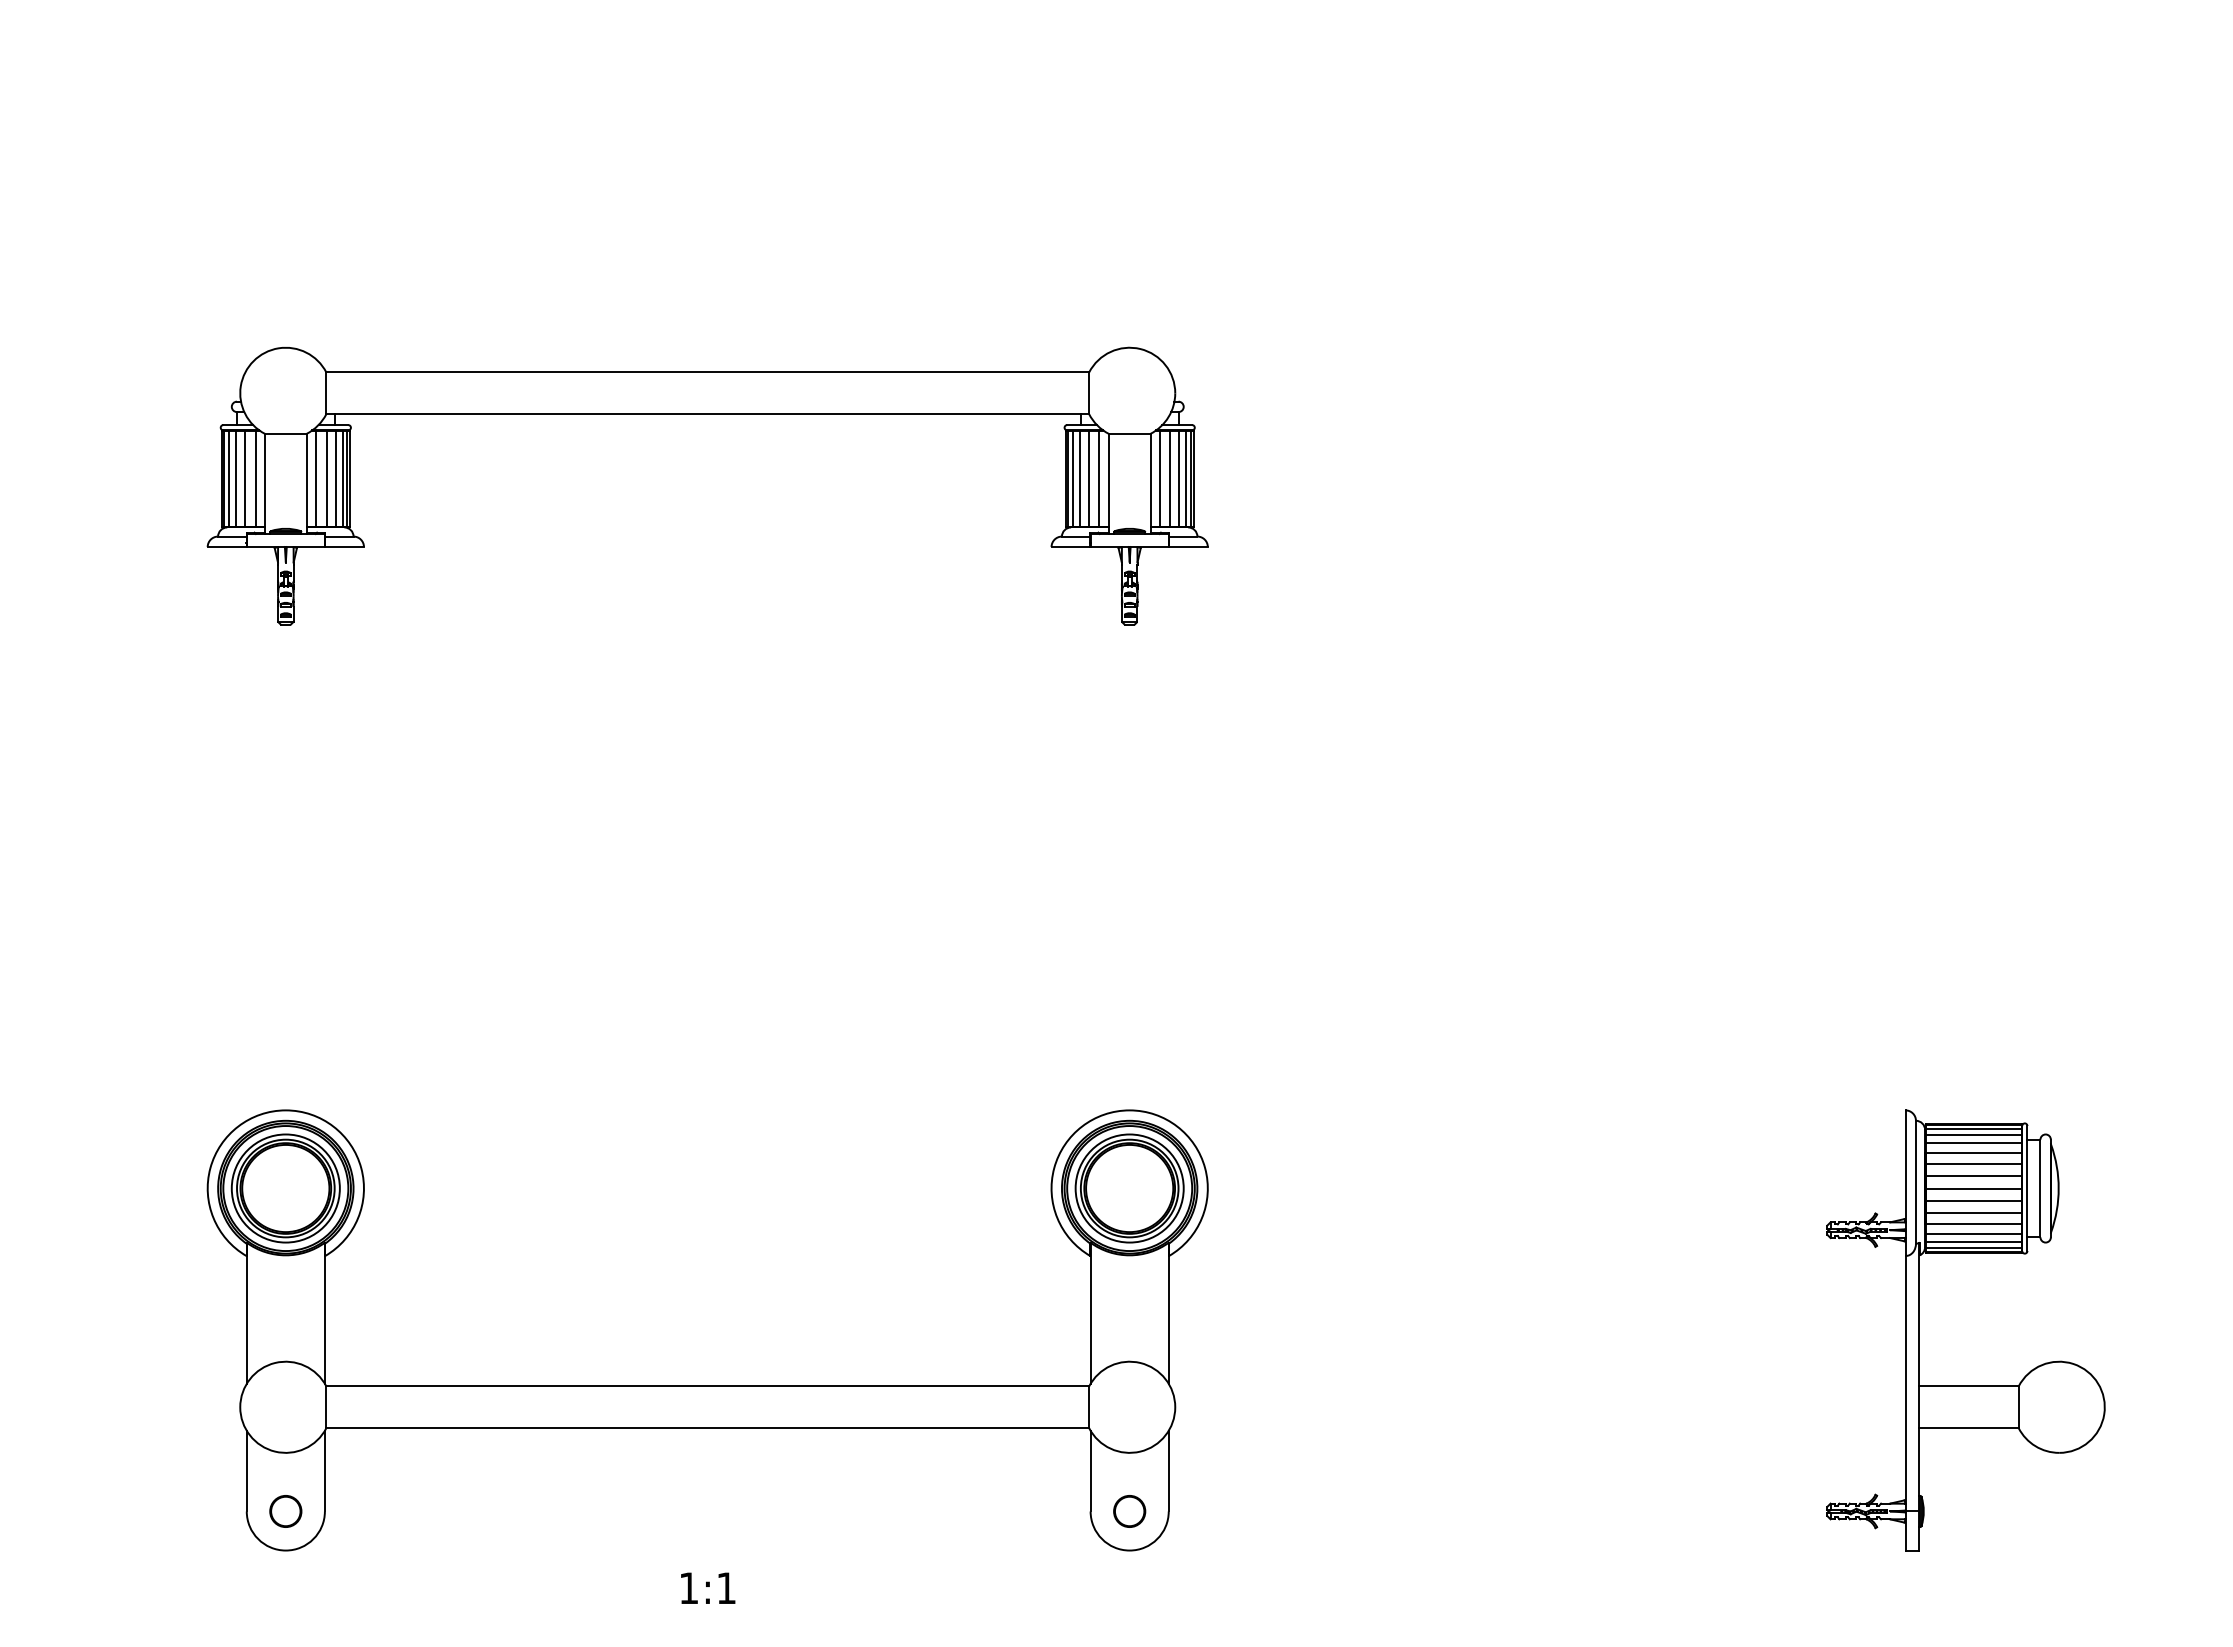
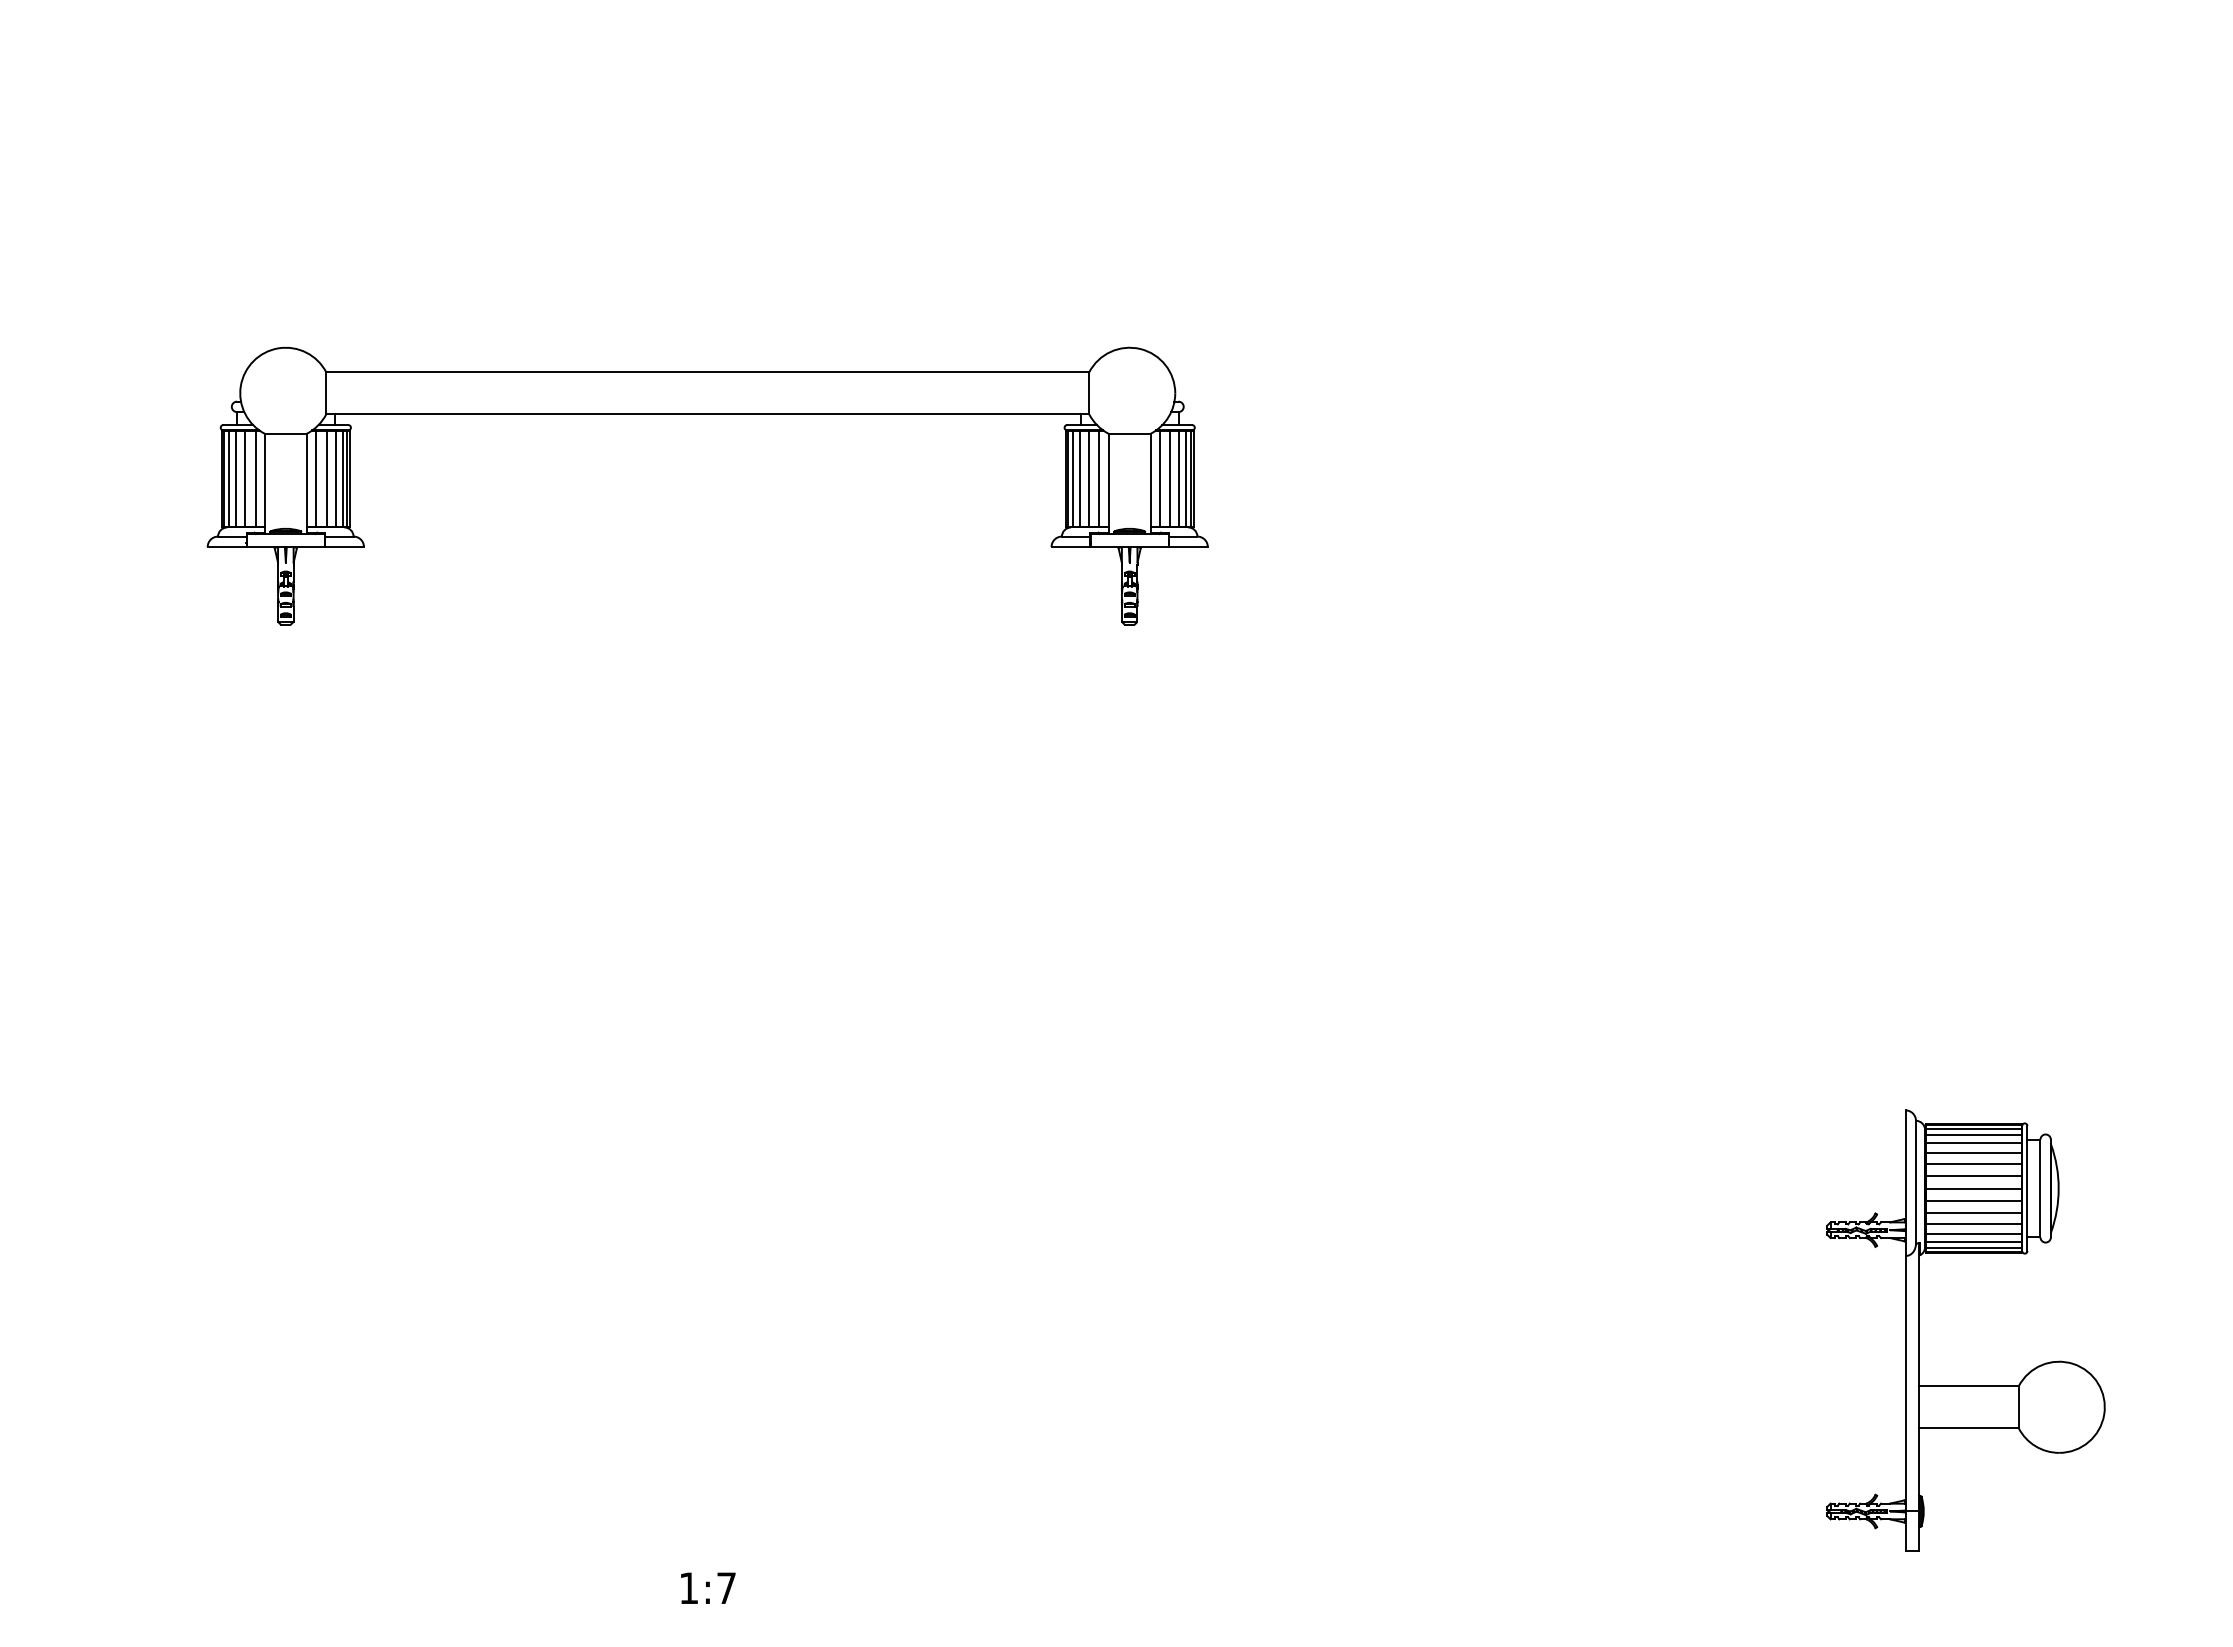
part at (707, 1385): present -> none
text at (726, 1587): 1:1 -> 1:7
